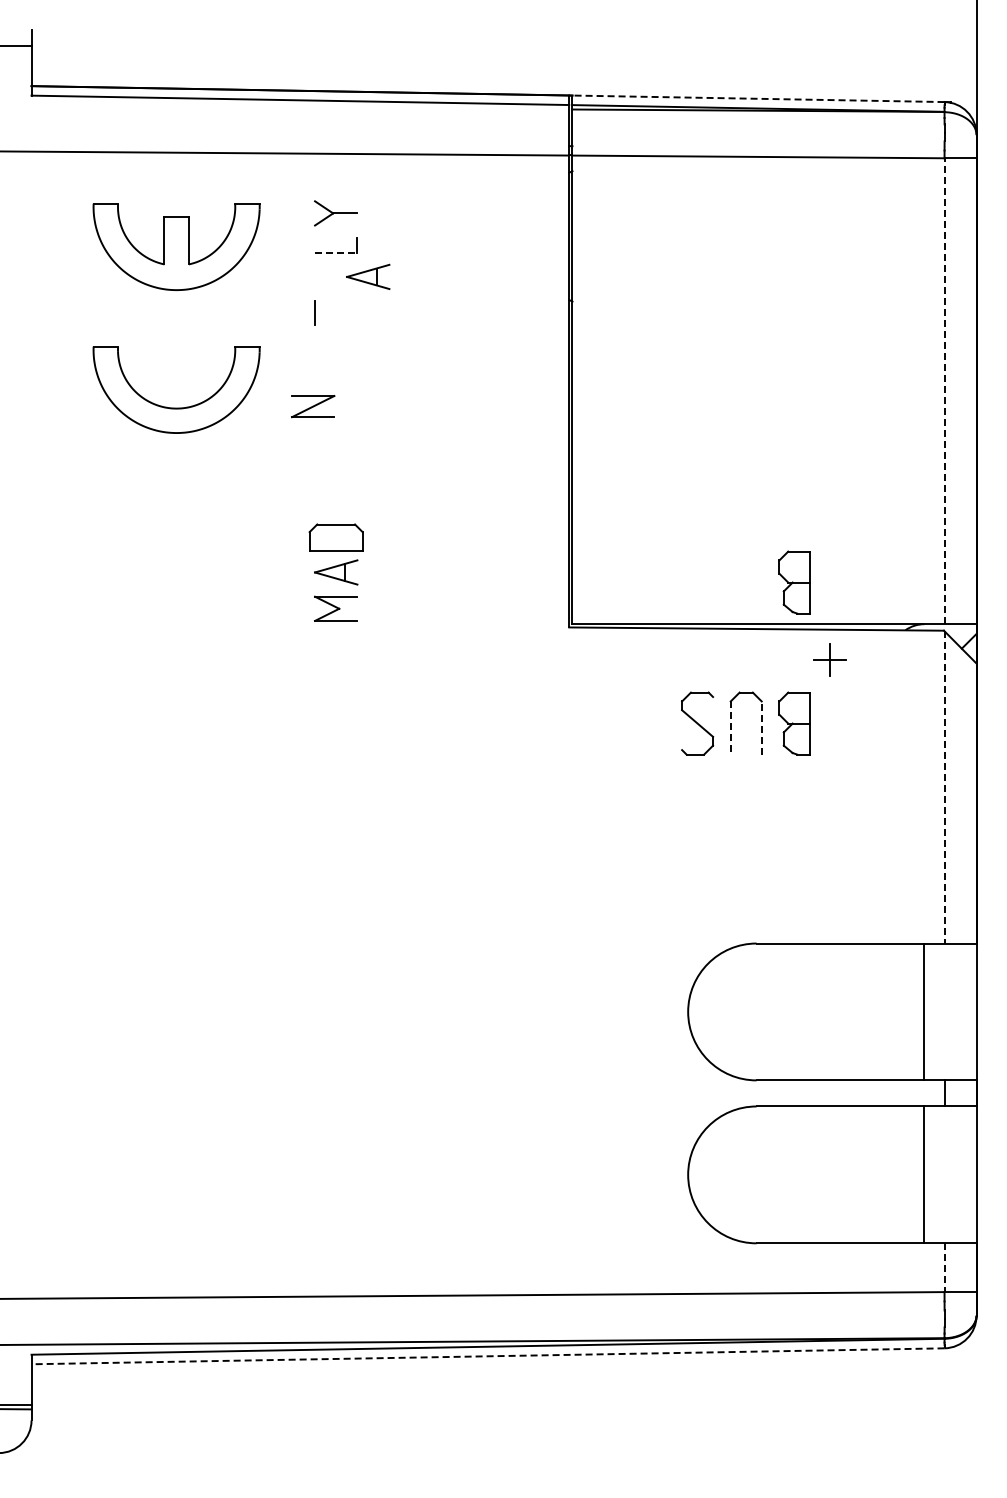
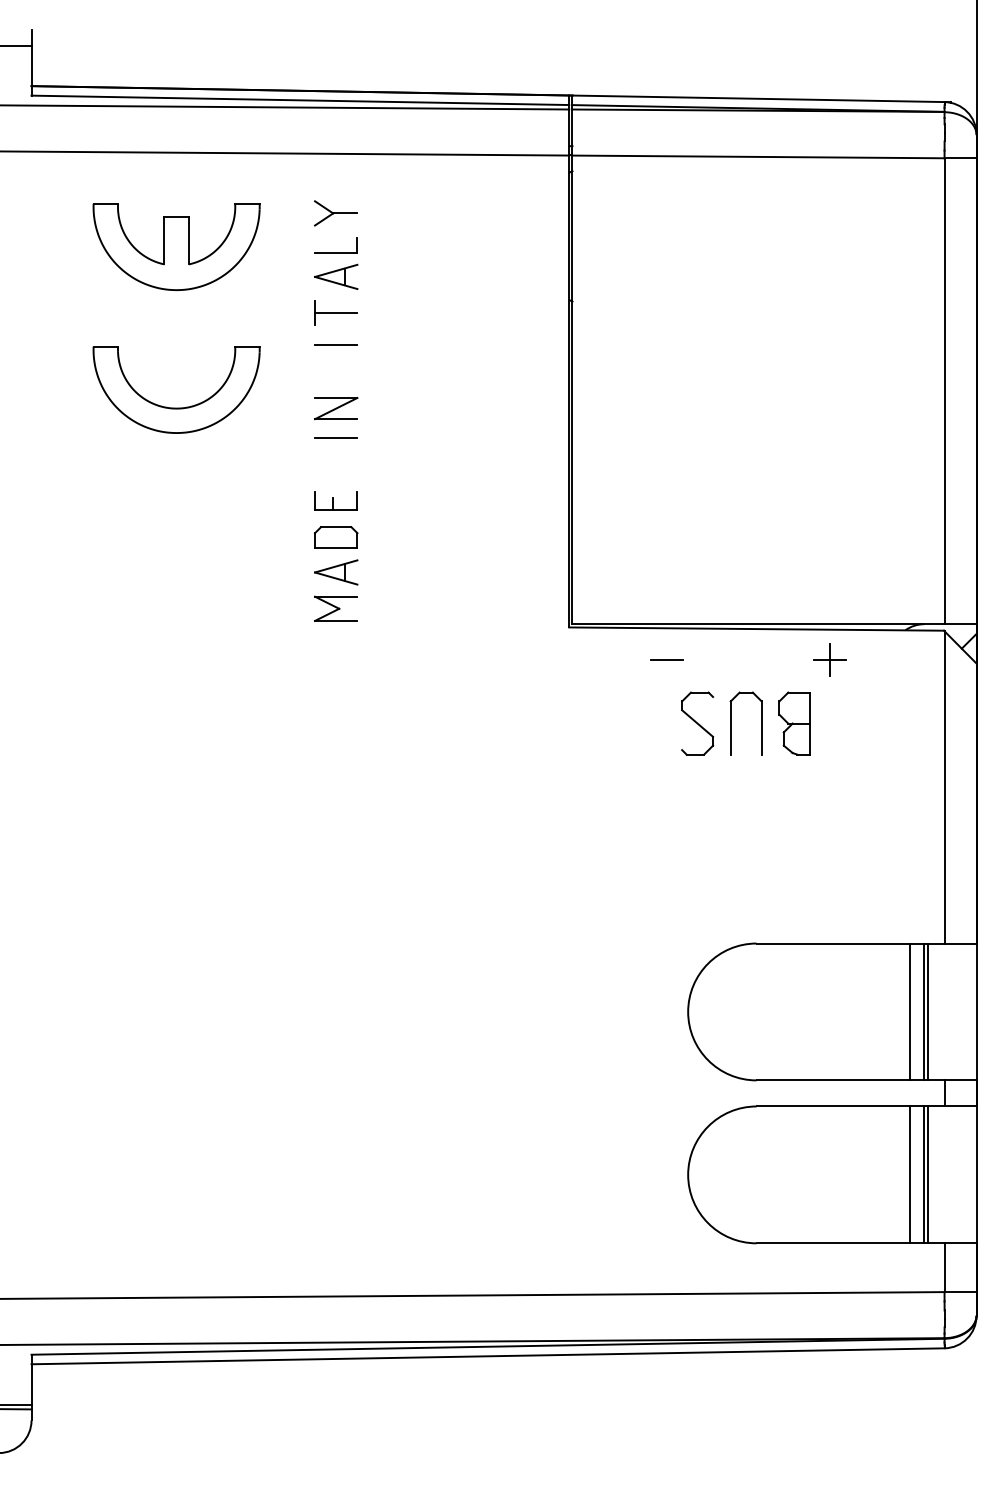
line at (758, 98): dashed -> solid
line at (285, 107): none -> present
line at (336, 252): dashed -> solid
part at (368, 276) position: (368, 276) -> (336, 276)
line at (336, 313): none -> present
line at (336, 344): none -> present
line at (944, 391): dashed -> solid
part at (313, 406) position: (313, 406) -> (336, 408)
line at (336, 438): none -> present
part at (335, 500): none -> present
part at (335, 537) size: 56x29 px -> 45x23 px
part at (794, 582): present -> none
line at (666, 660): none -> present
line at (730, 727): dashed -> solid
line at (761, 727): dashed -> solid
line at (944, 787): dashed -> solid
line at (909, 1011): none -> present
line at (927, 1011): none -> present
line at (909, 1174): none -> present
line at (927, 1174): none -> present
line at (944, 1268): dashed -> solid
line at (488, 1356): dashed -> solid
